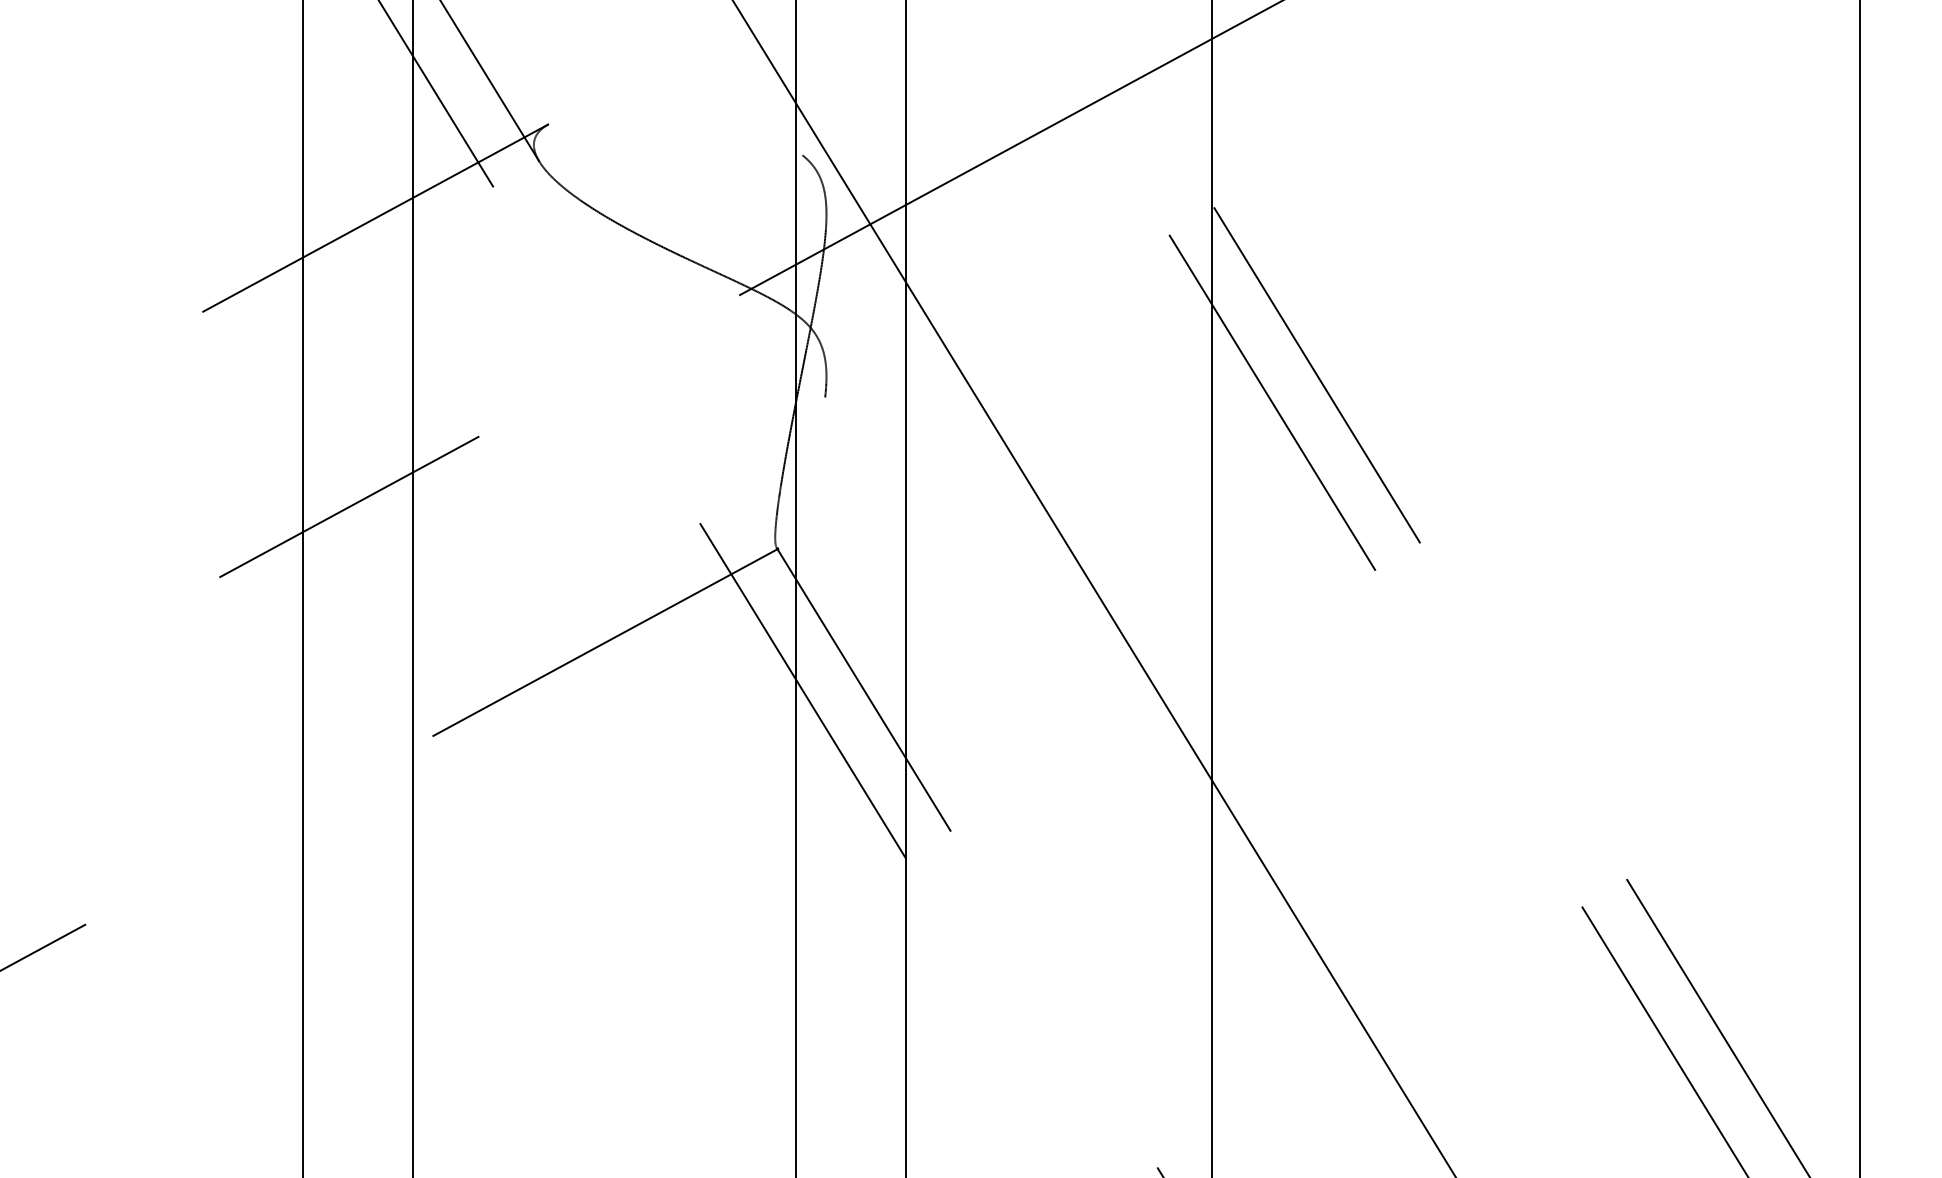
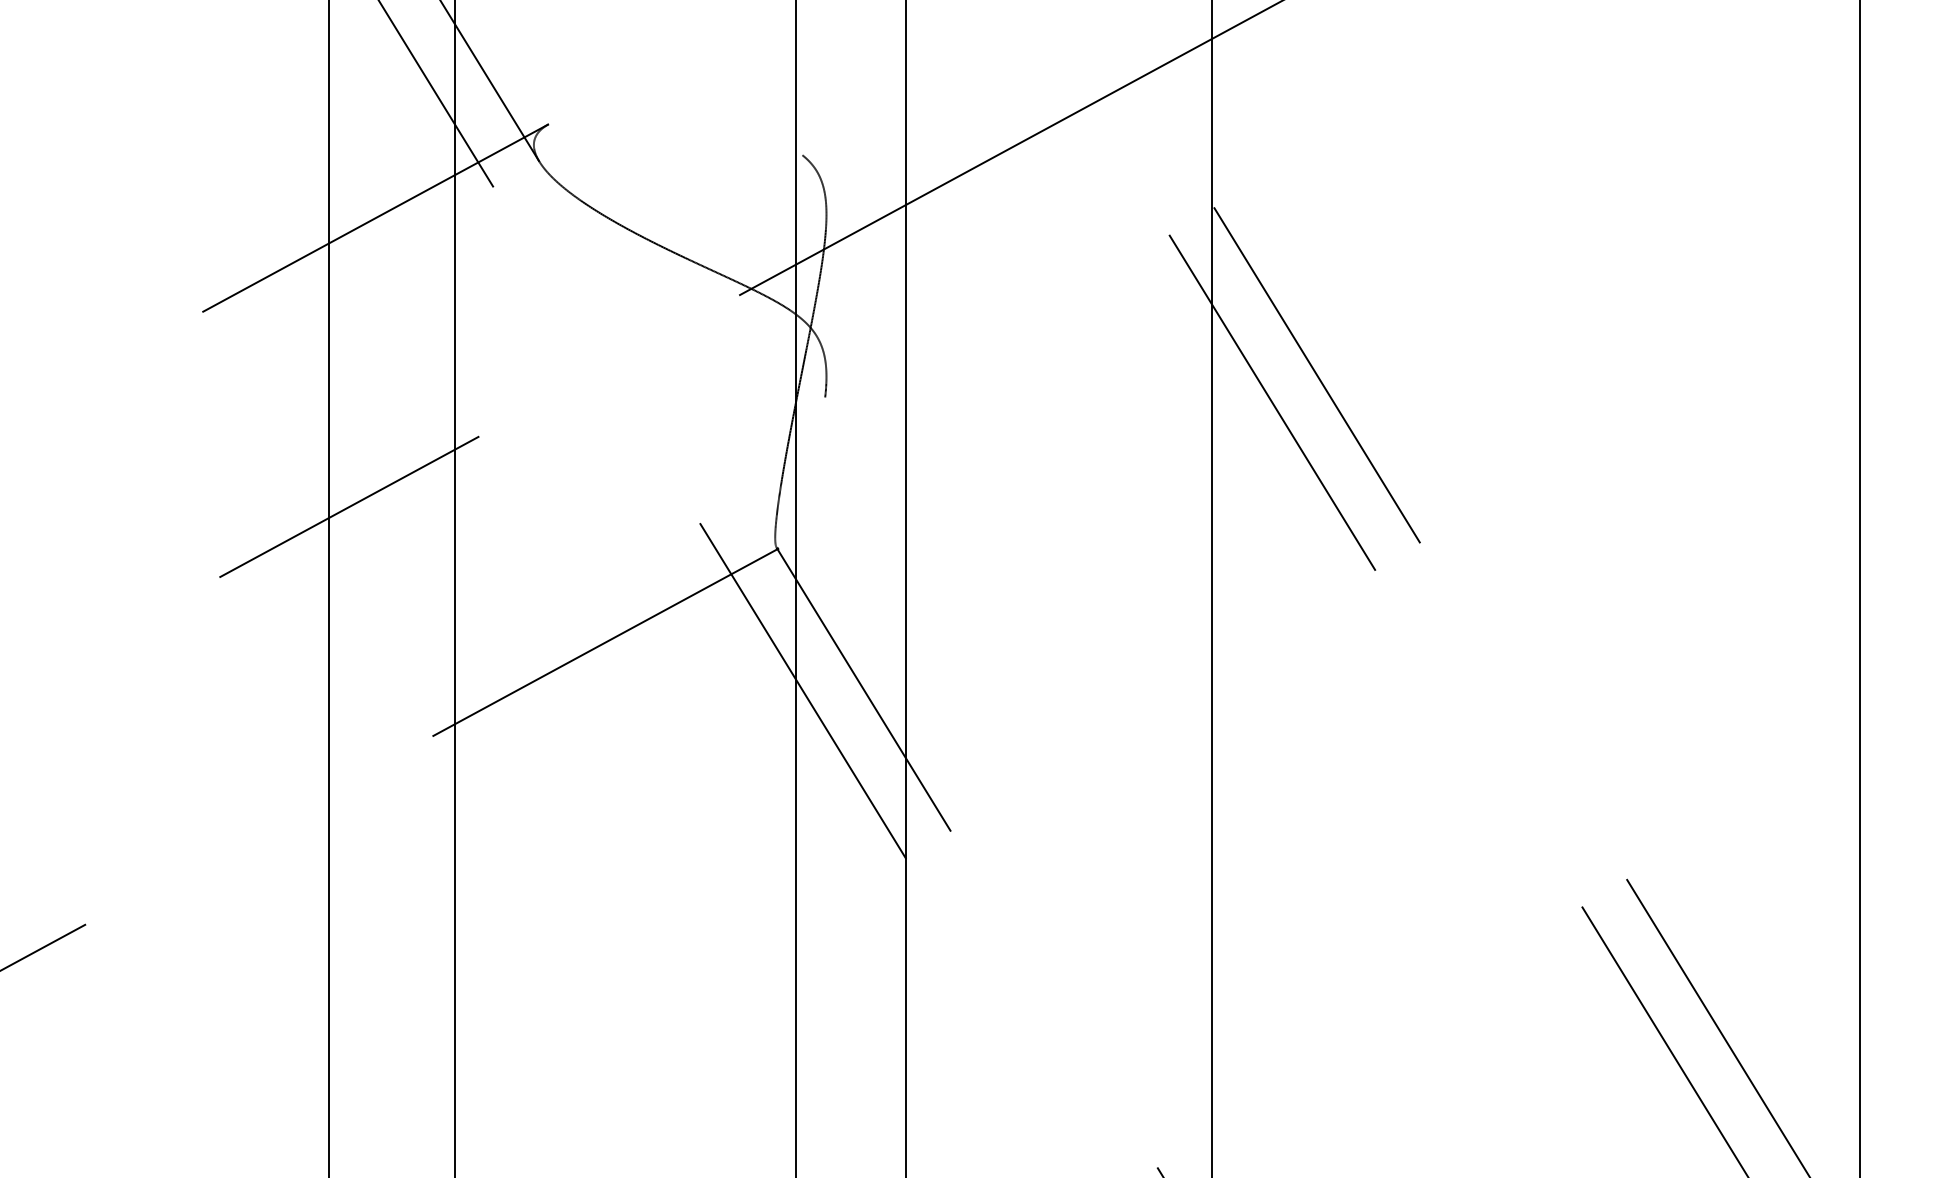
line at (303, 588) position: (303, 588) -> (329, 588)
line at (413, 588) position: (413, 588) -> (455, 588)
line at (1094, 588): present -> none
